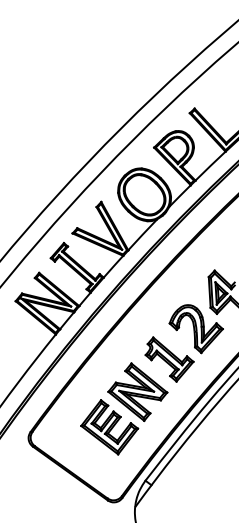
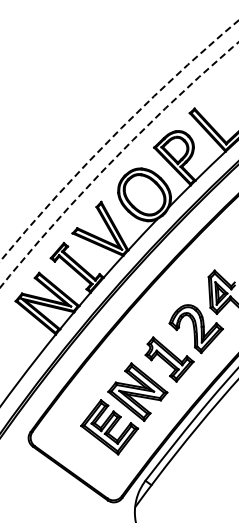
circle at (119, 140): solid -> dashed
circle at (119, 164): solid -> dashed
